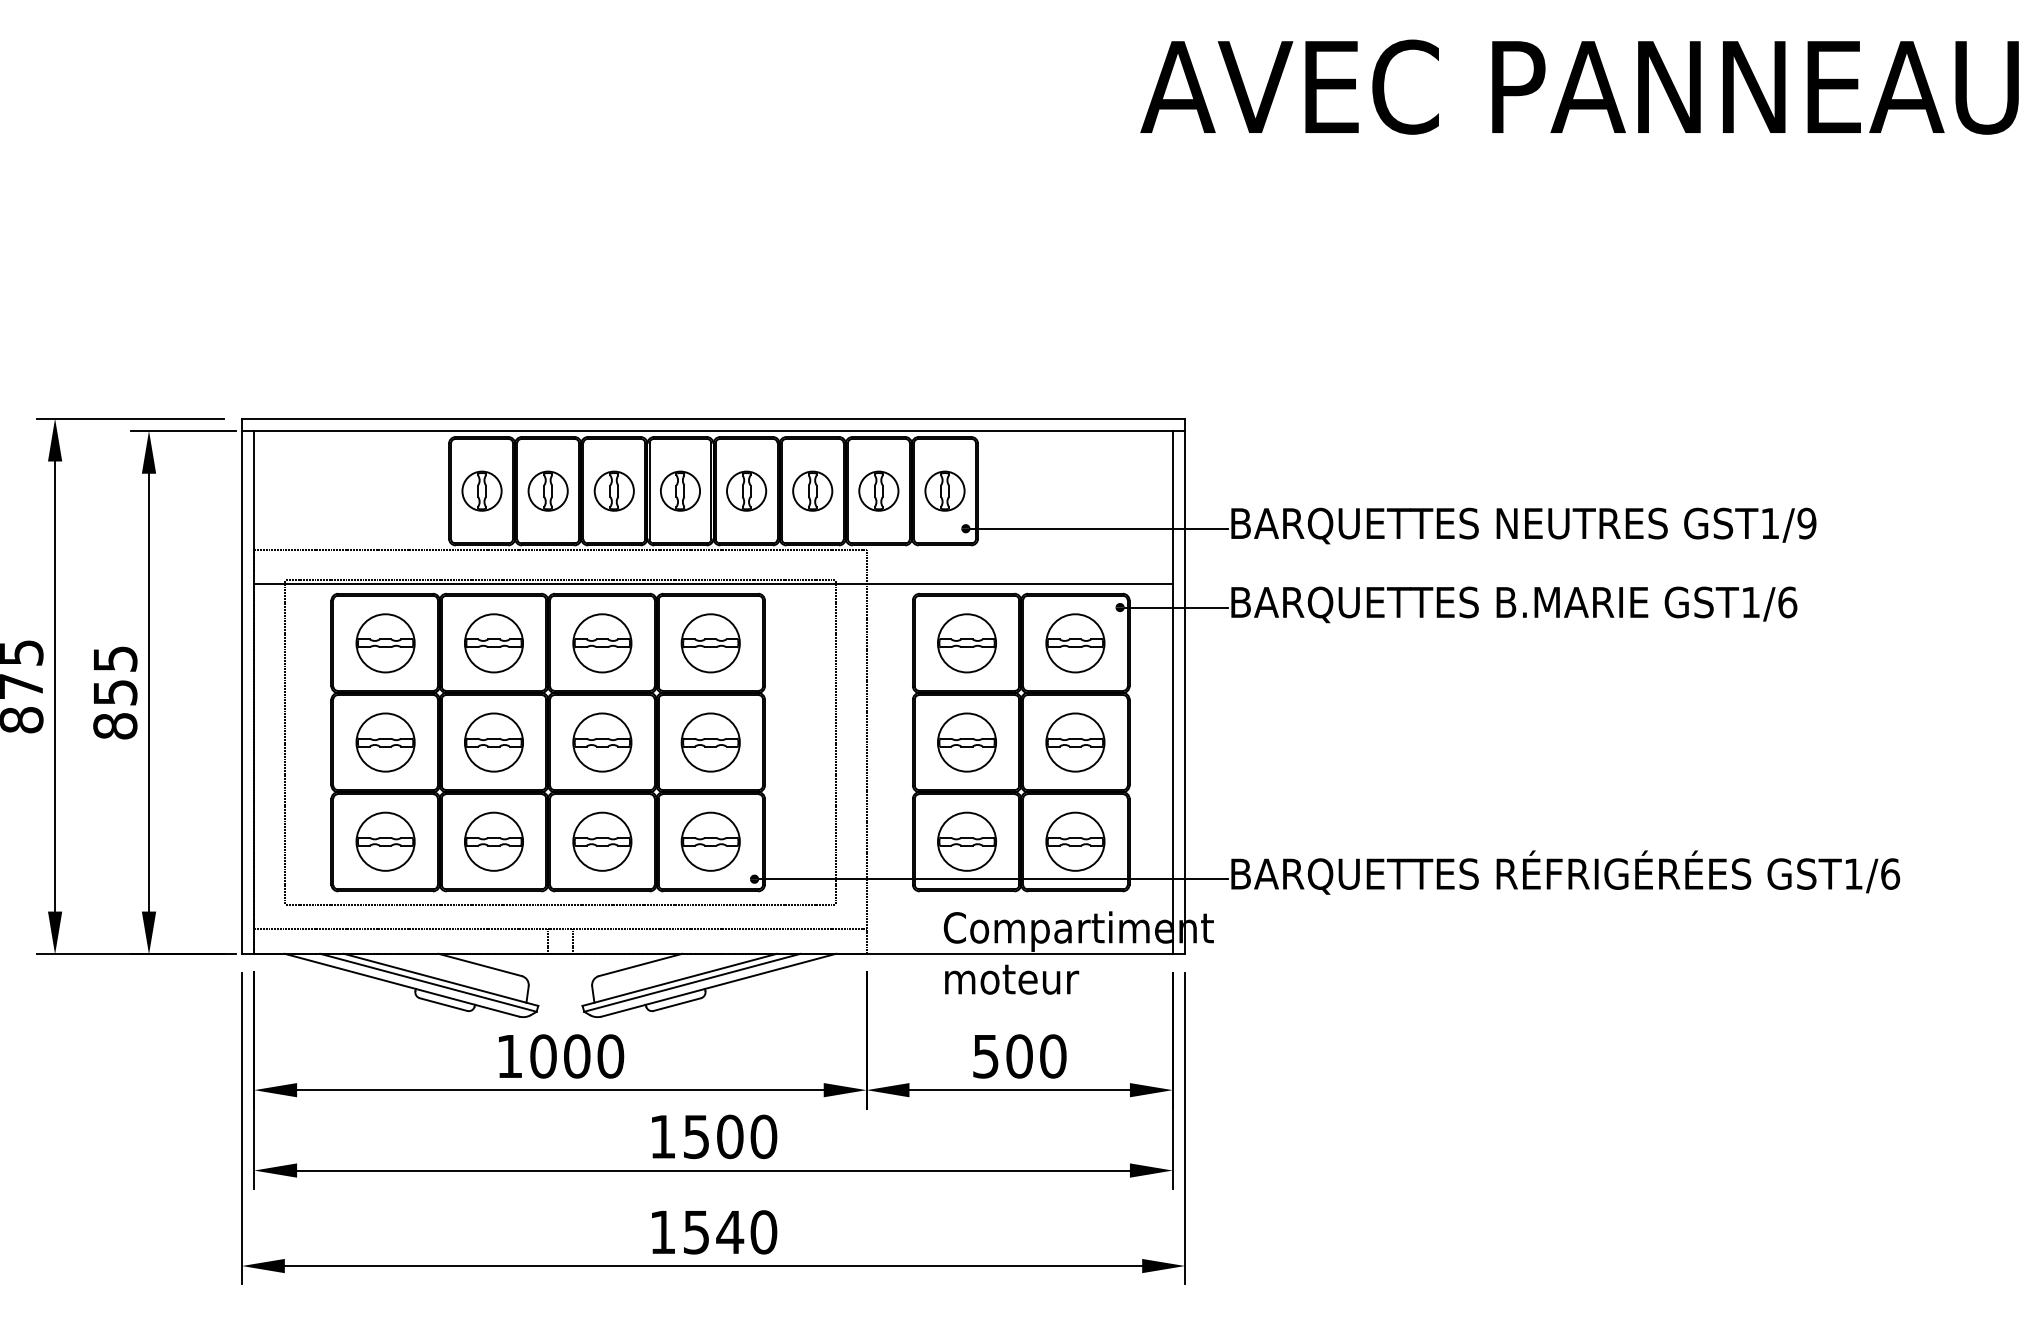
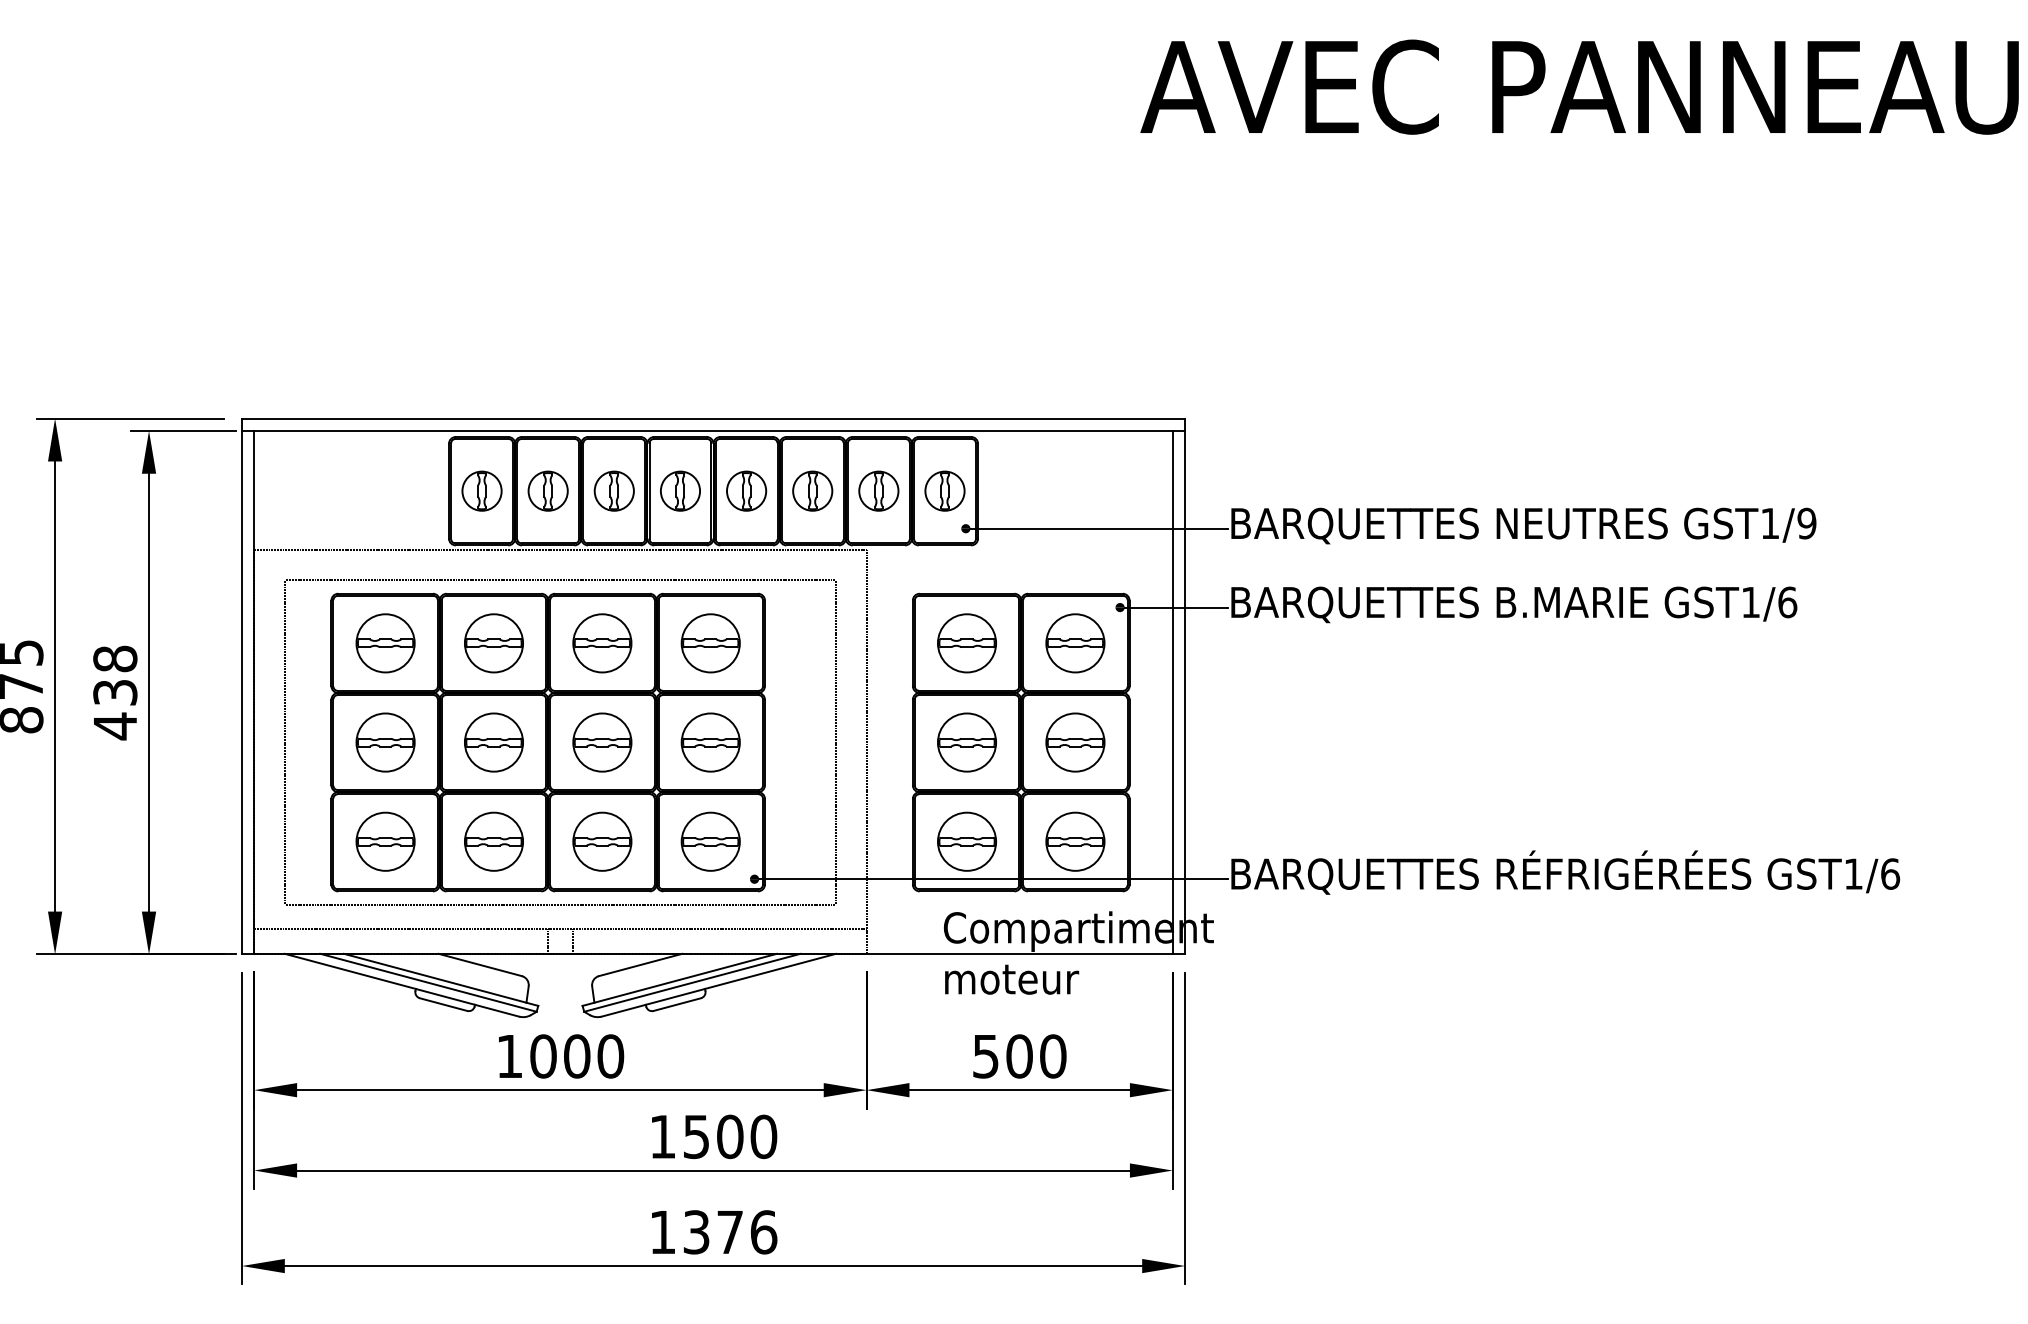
line at (713, 583): present -> none
text at (115, 692): 855 -> 438
text at (730, 1232): 1540 -> 1376
